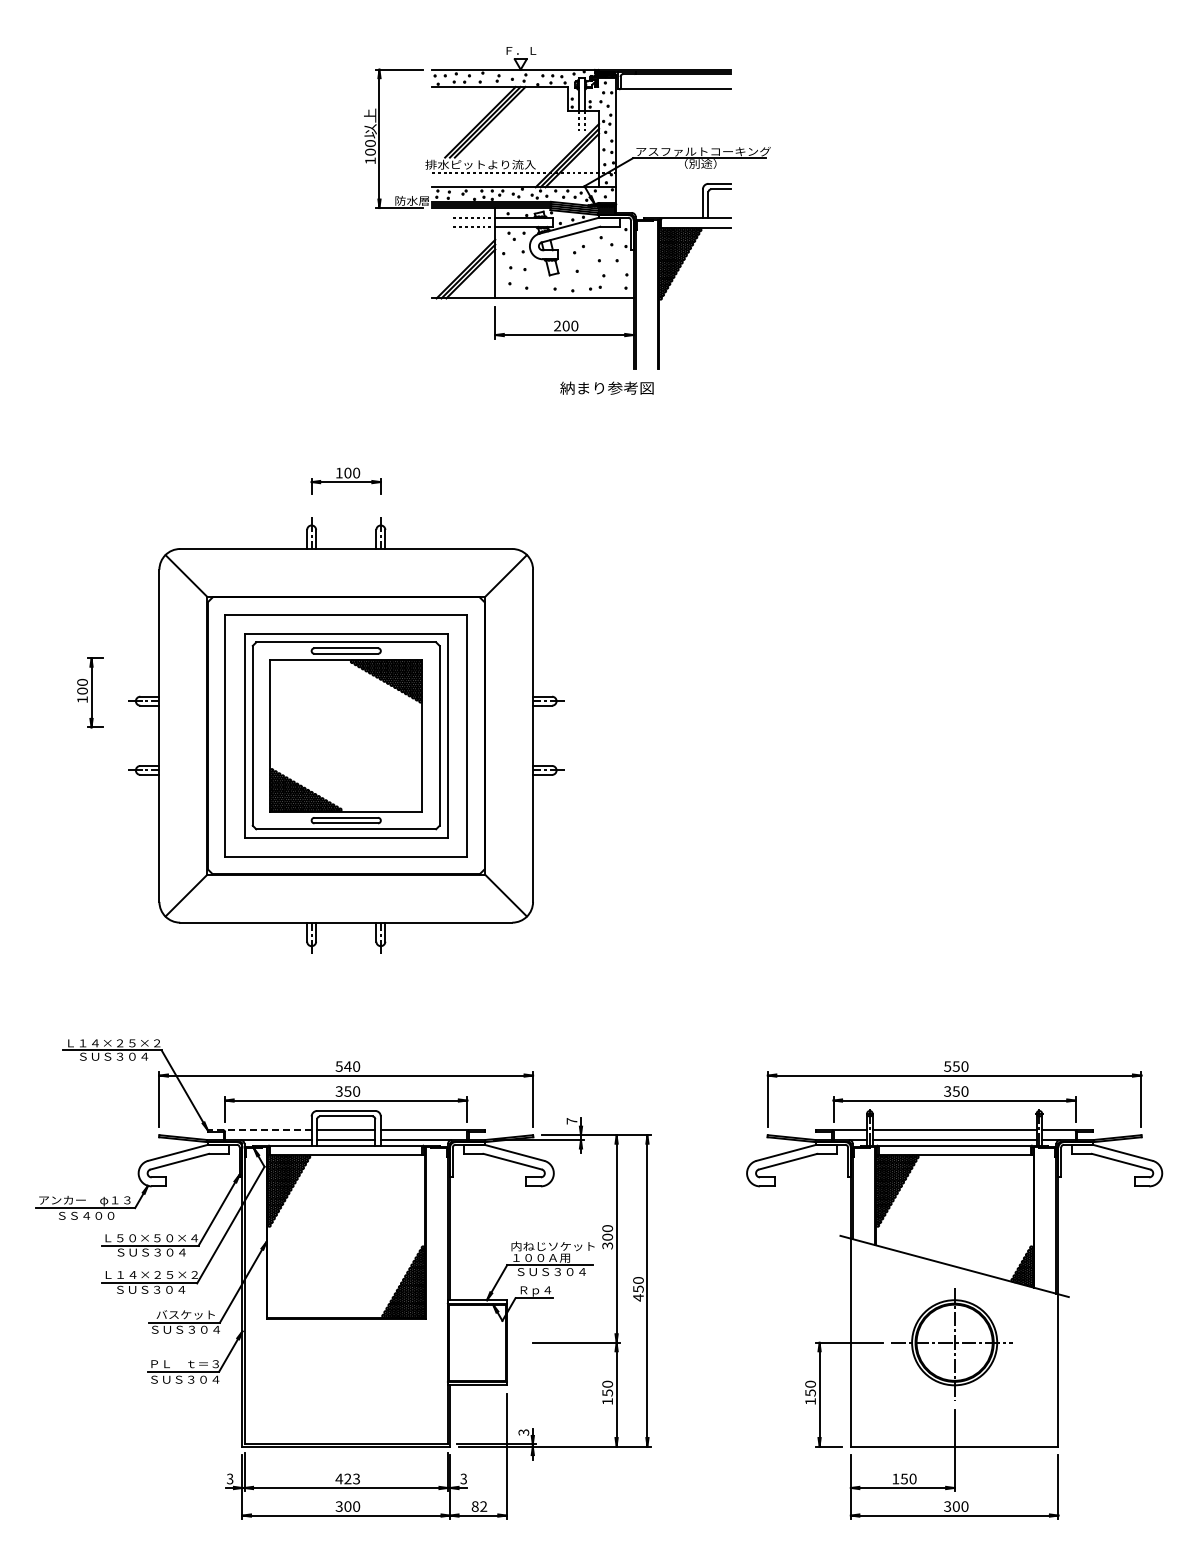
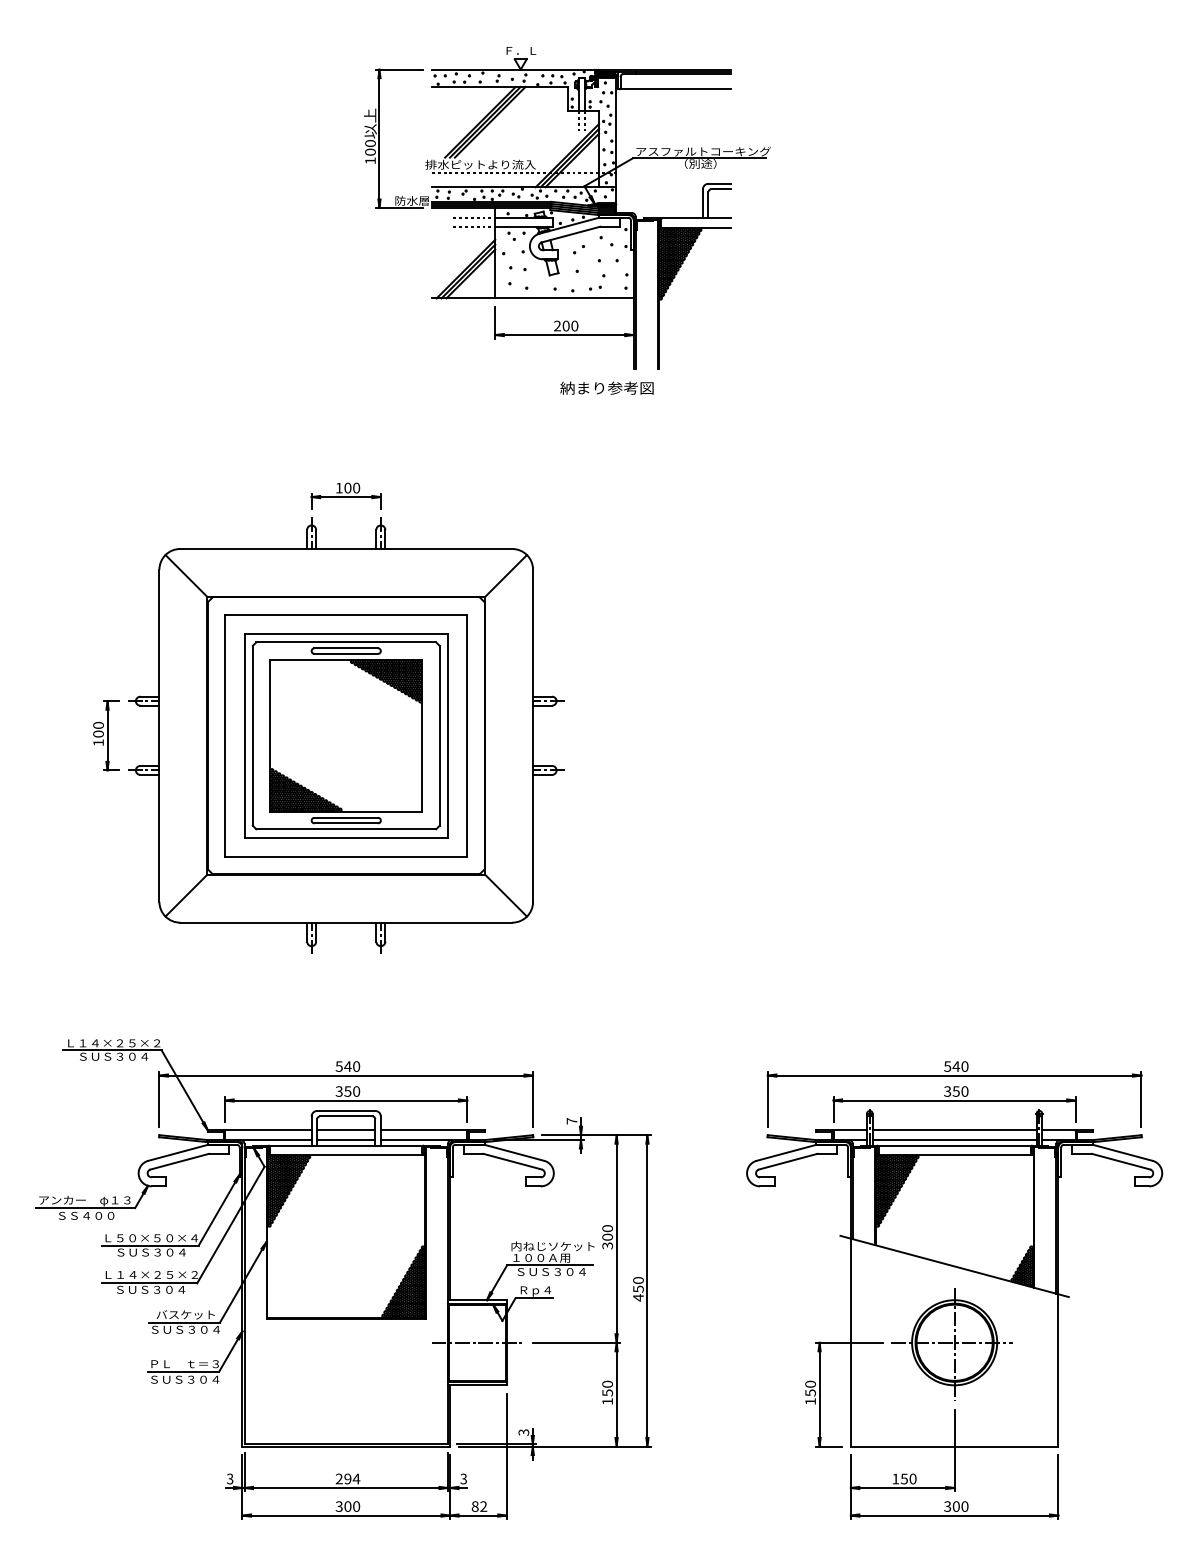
part at (345, 480) position: (345, 480) -> (345, 495)
part at (90, 692) position: (90, 692) -> (106, 735)
text at (956, 1066): 550 -> 540
line at (259, 1130): dashed -> solid
line at (477, 1342): none -> present
text at (347, 1478): 423 -> 294
